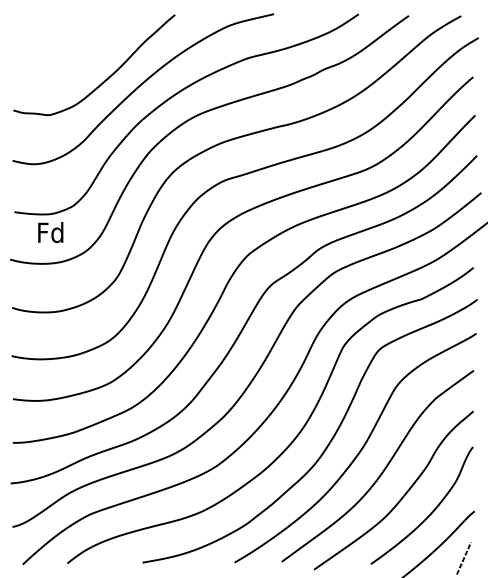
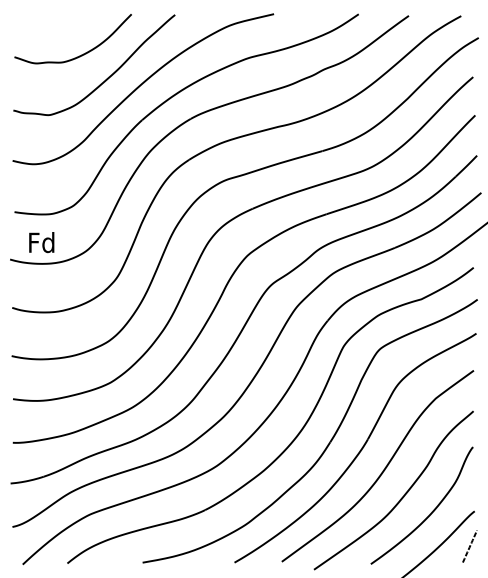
curve at (79, 55): none -> present
text at (50, 232) position: (50, 232) -> (41, 242)
curve at (463, 558) position: (463, 558) -> (469, 546)
